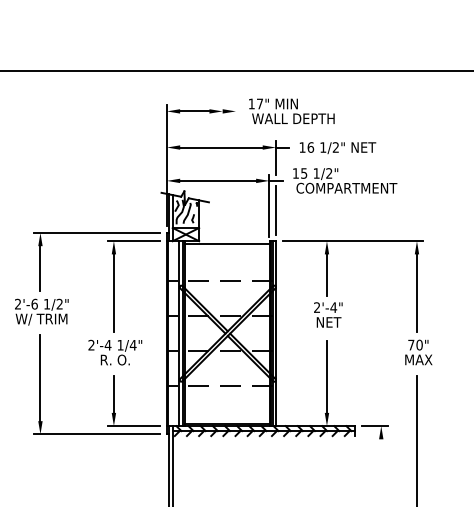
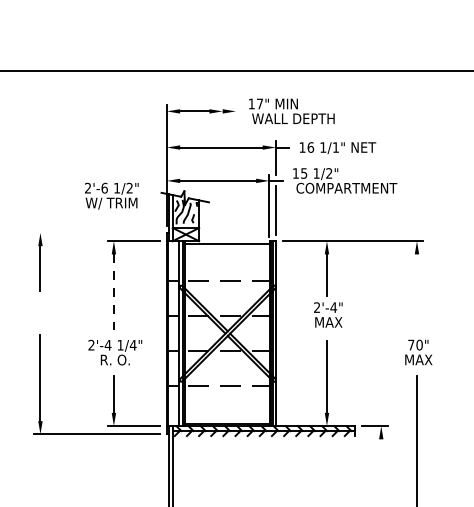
text at (335, 147): 1/2" -> 1/1"
line at (97, 232): present -> none
line at (416, 292): present -> none
line at (113, 293): solid -> dashed
text at (41, 311) position: (41, 311) -> (111, 195)
text at (328, 322): NET -> MAX
